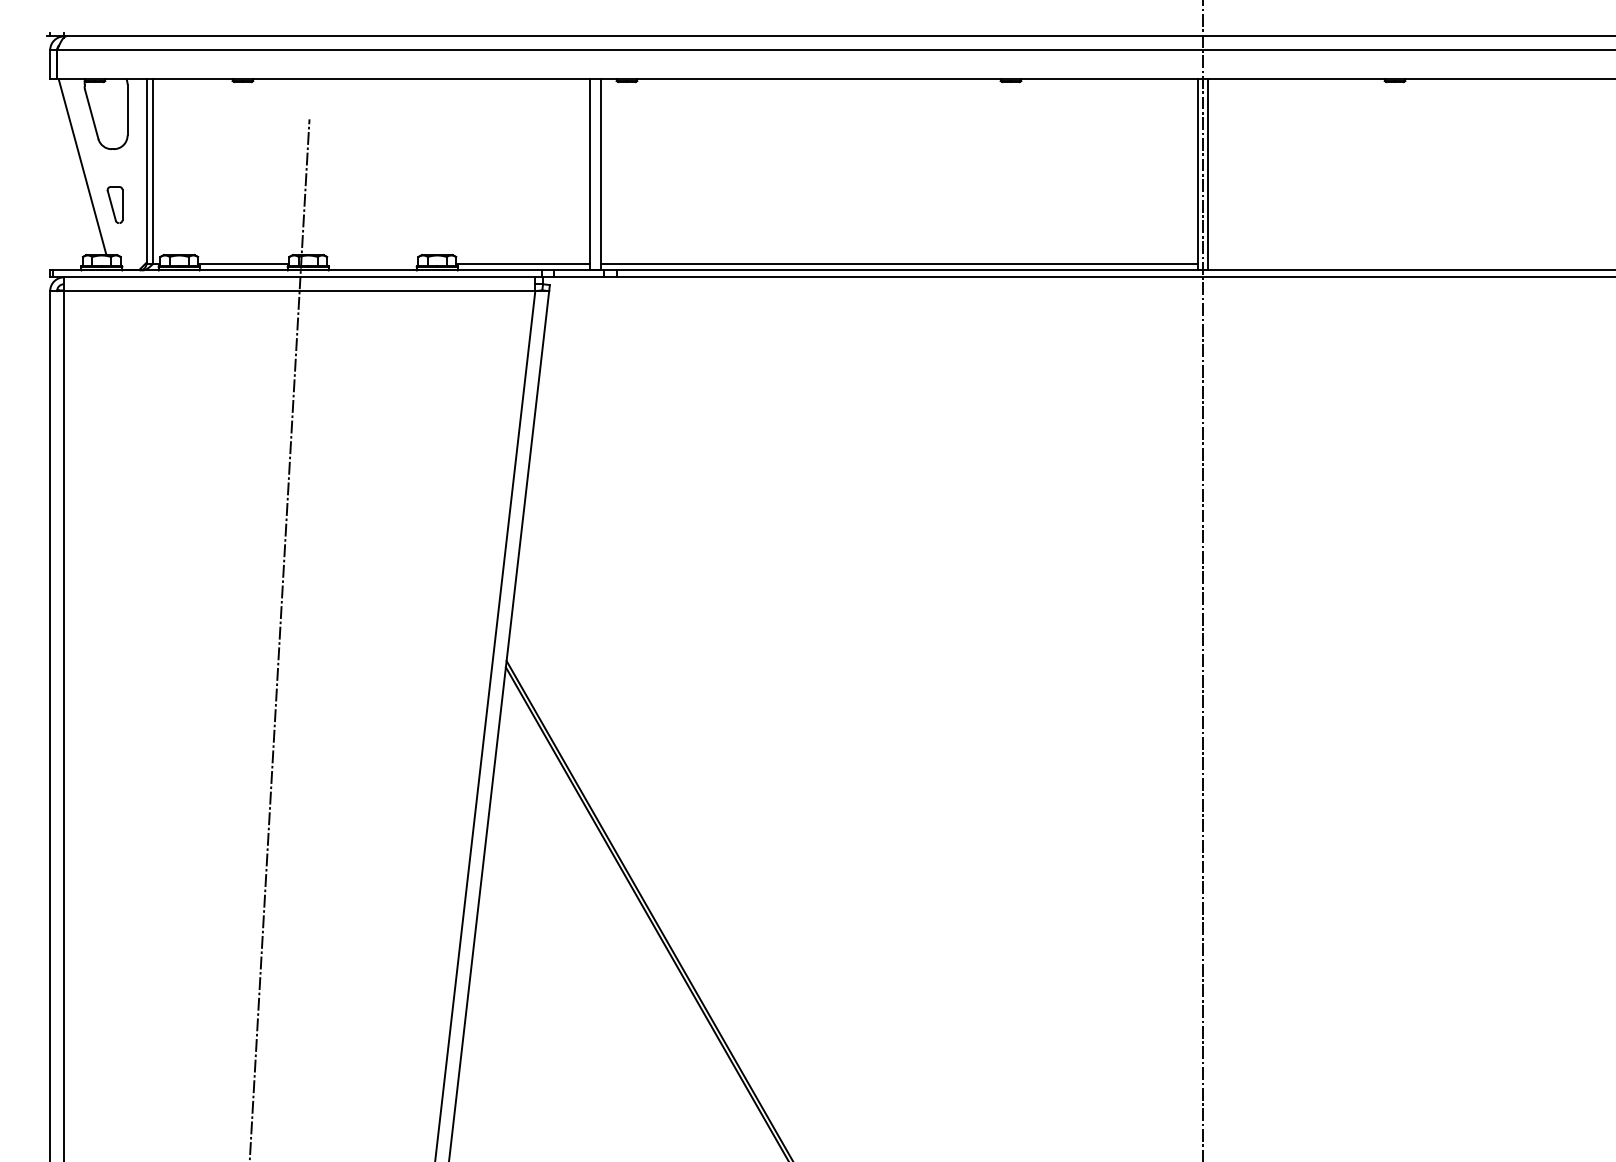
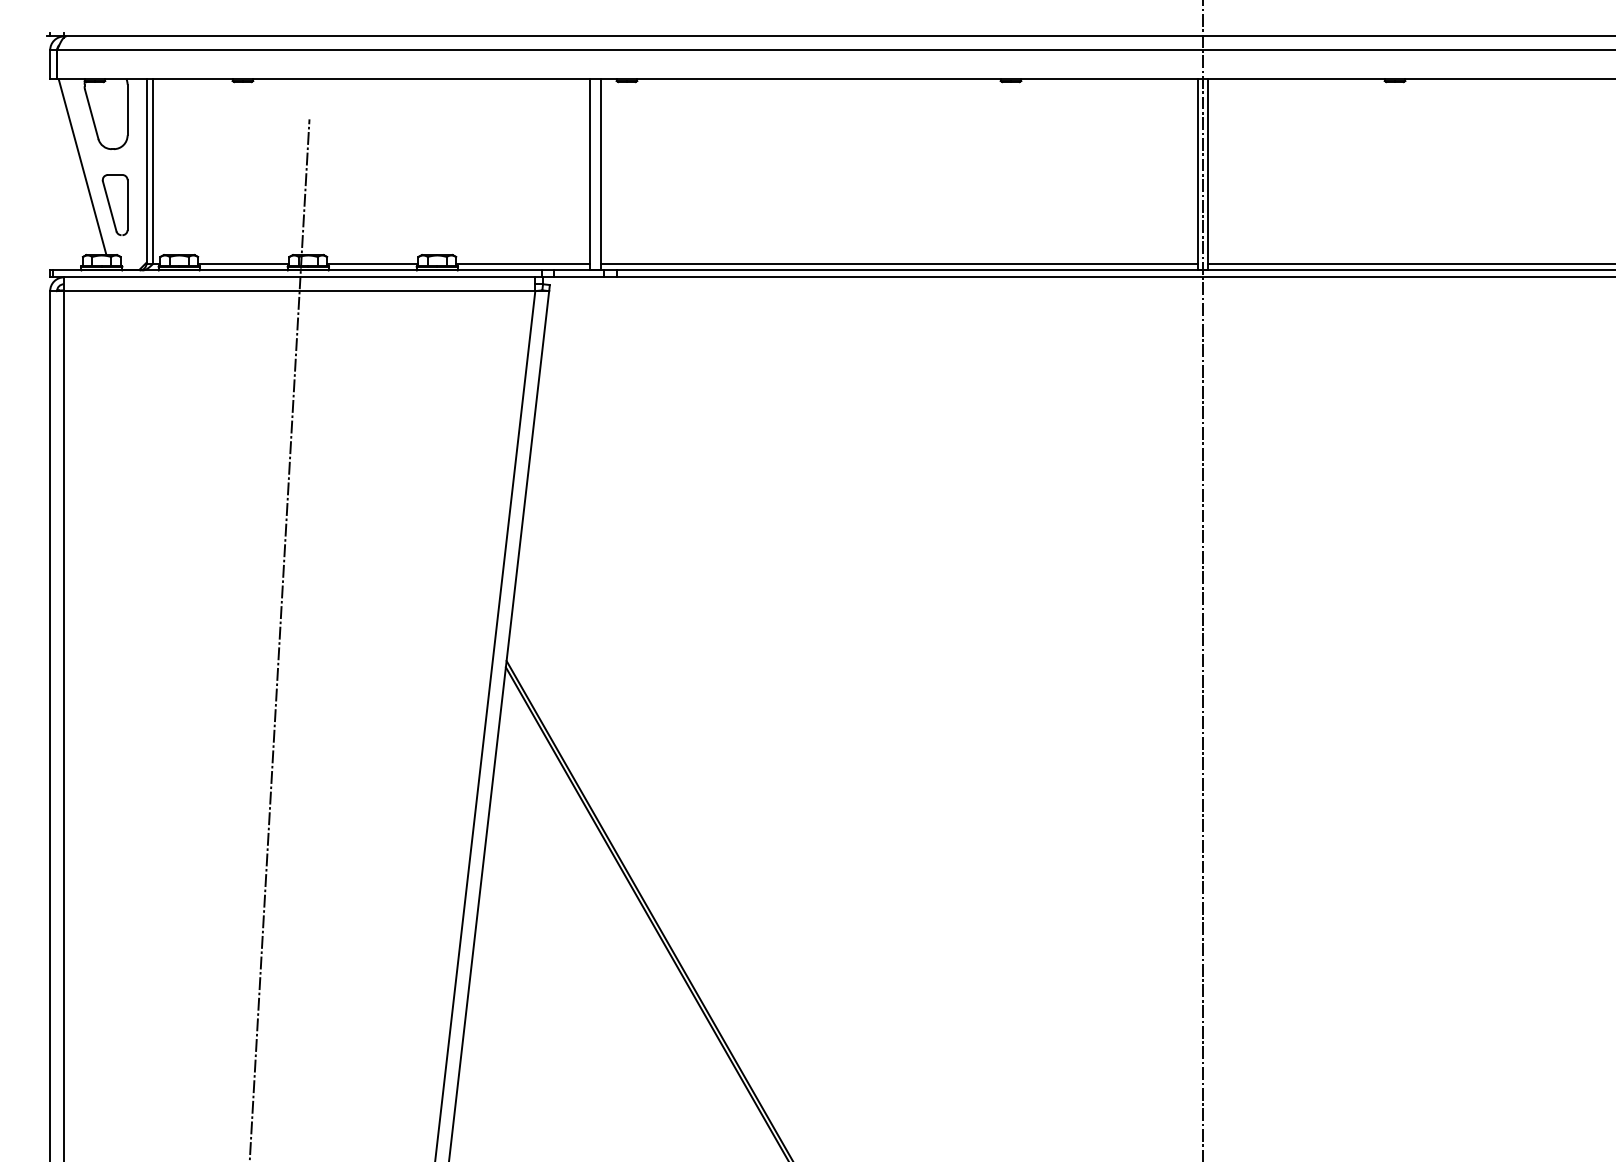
part at (114, 204) size: 18x38 px -> 28x62 px
line at (372, 263): none -> present
line at (1410, 263): none -> present
